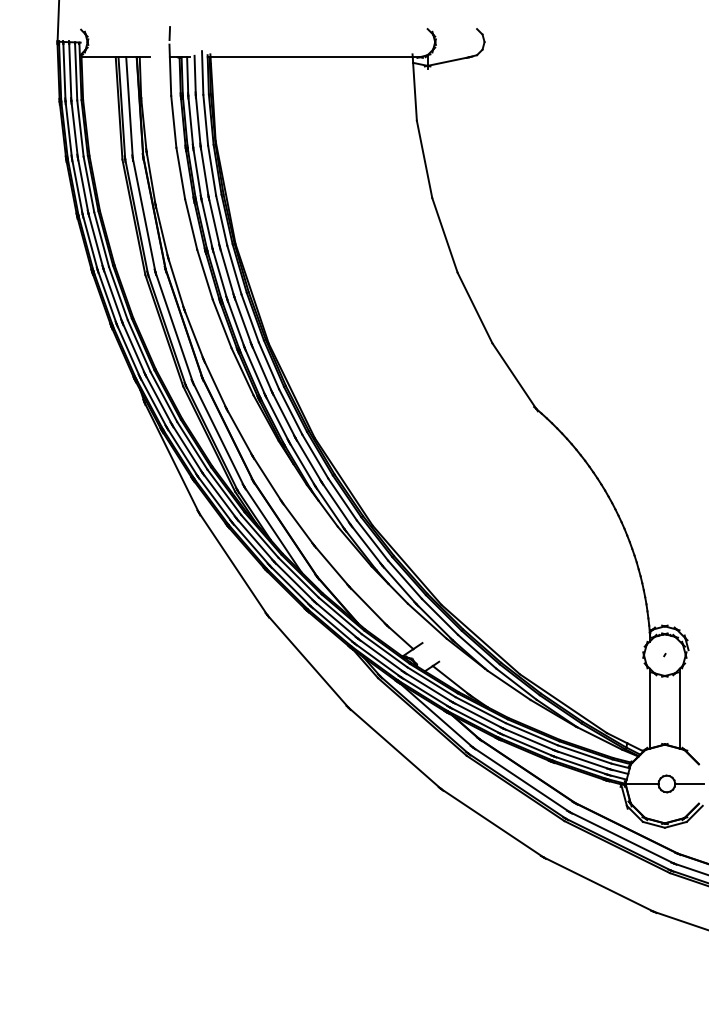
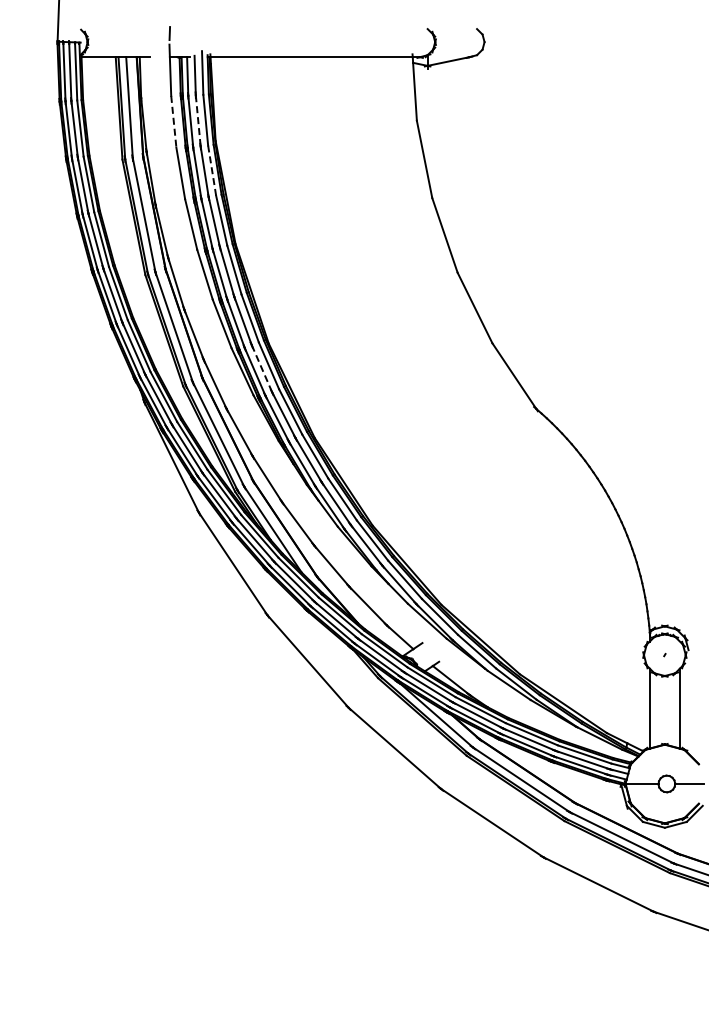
line at (198, 120): solid -> dashed
line at (173, 122): solid -> dashed
line at (212, 171): solid -> dashed
line at (262, 368): solid -> dashed
